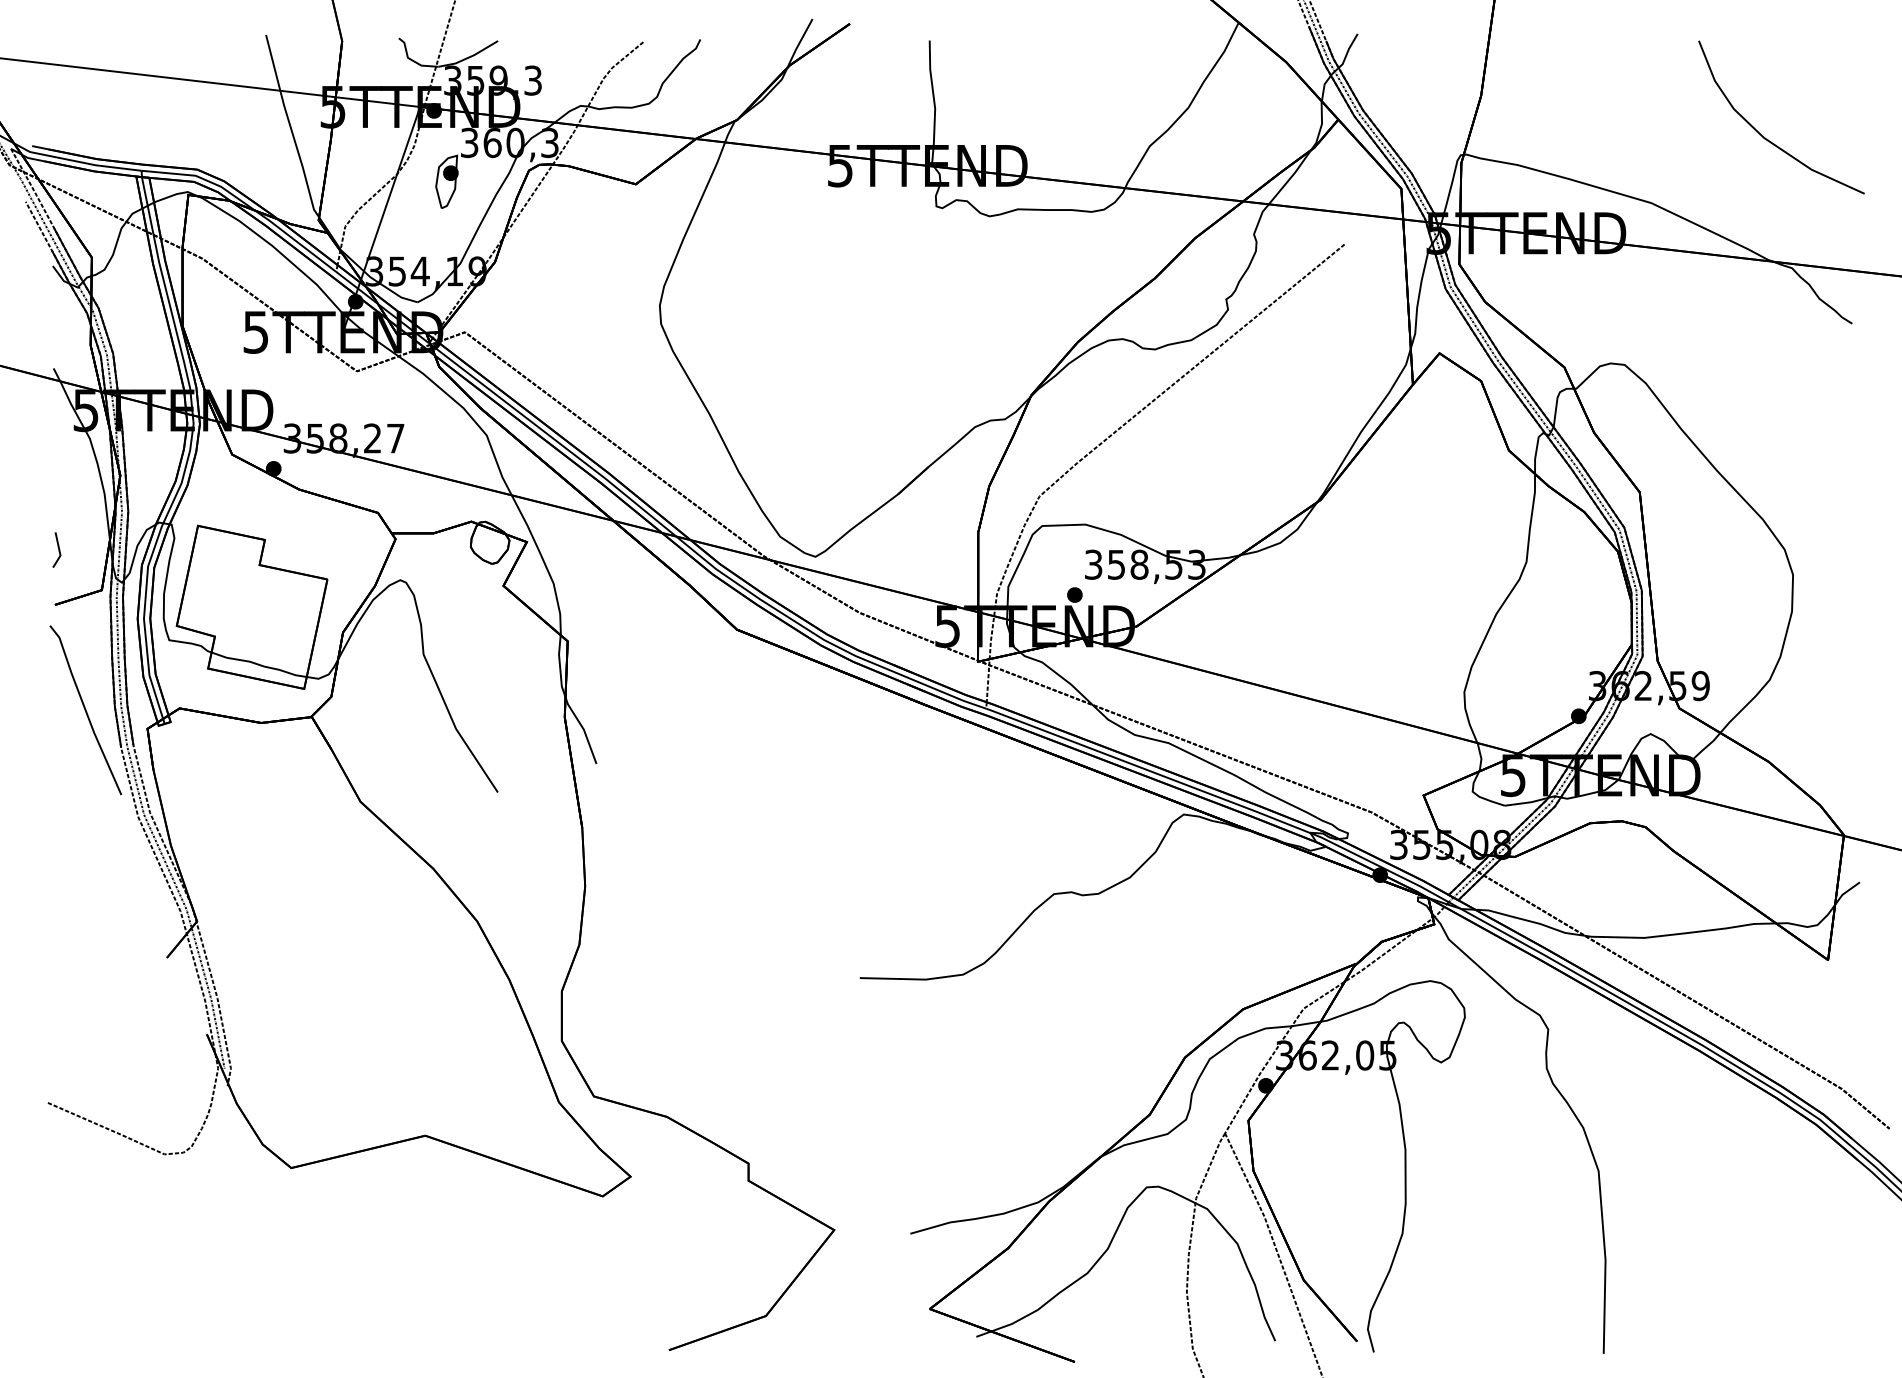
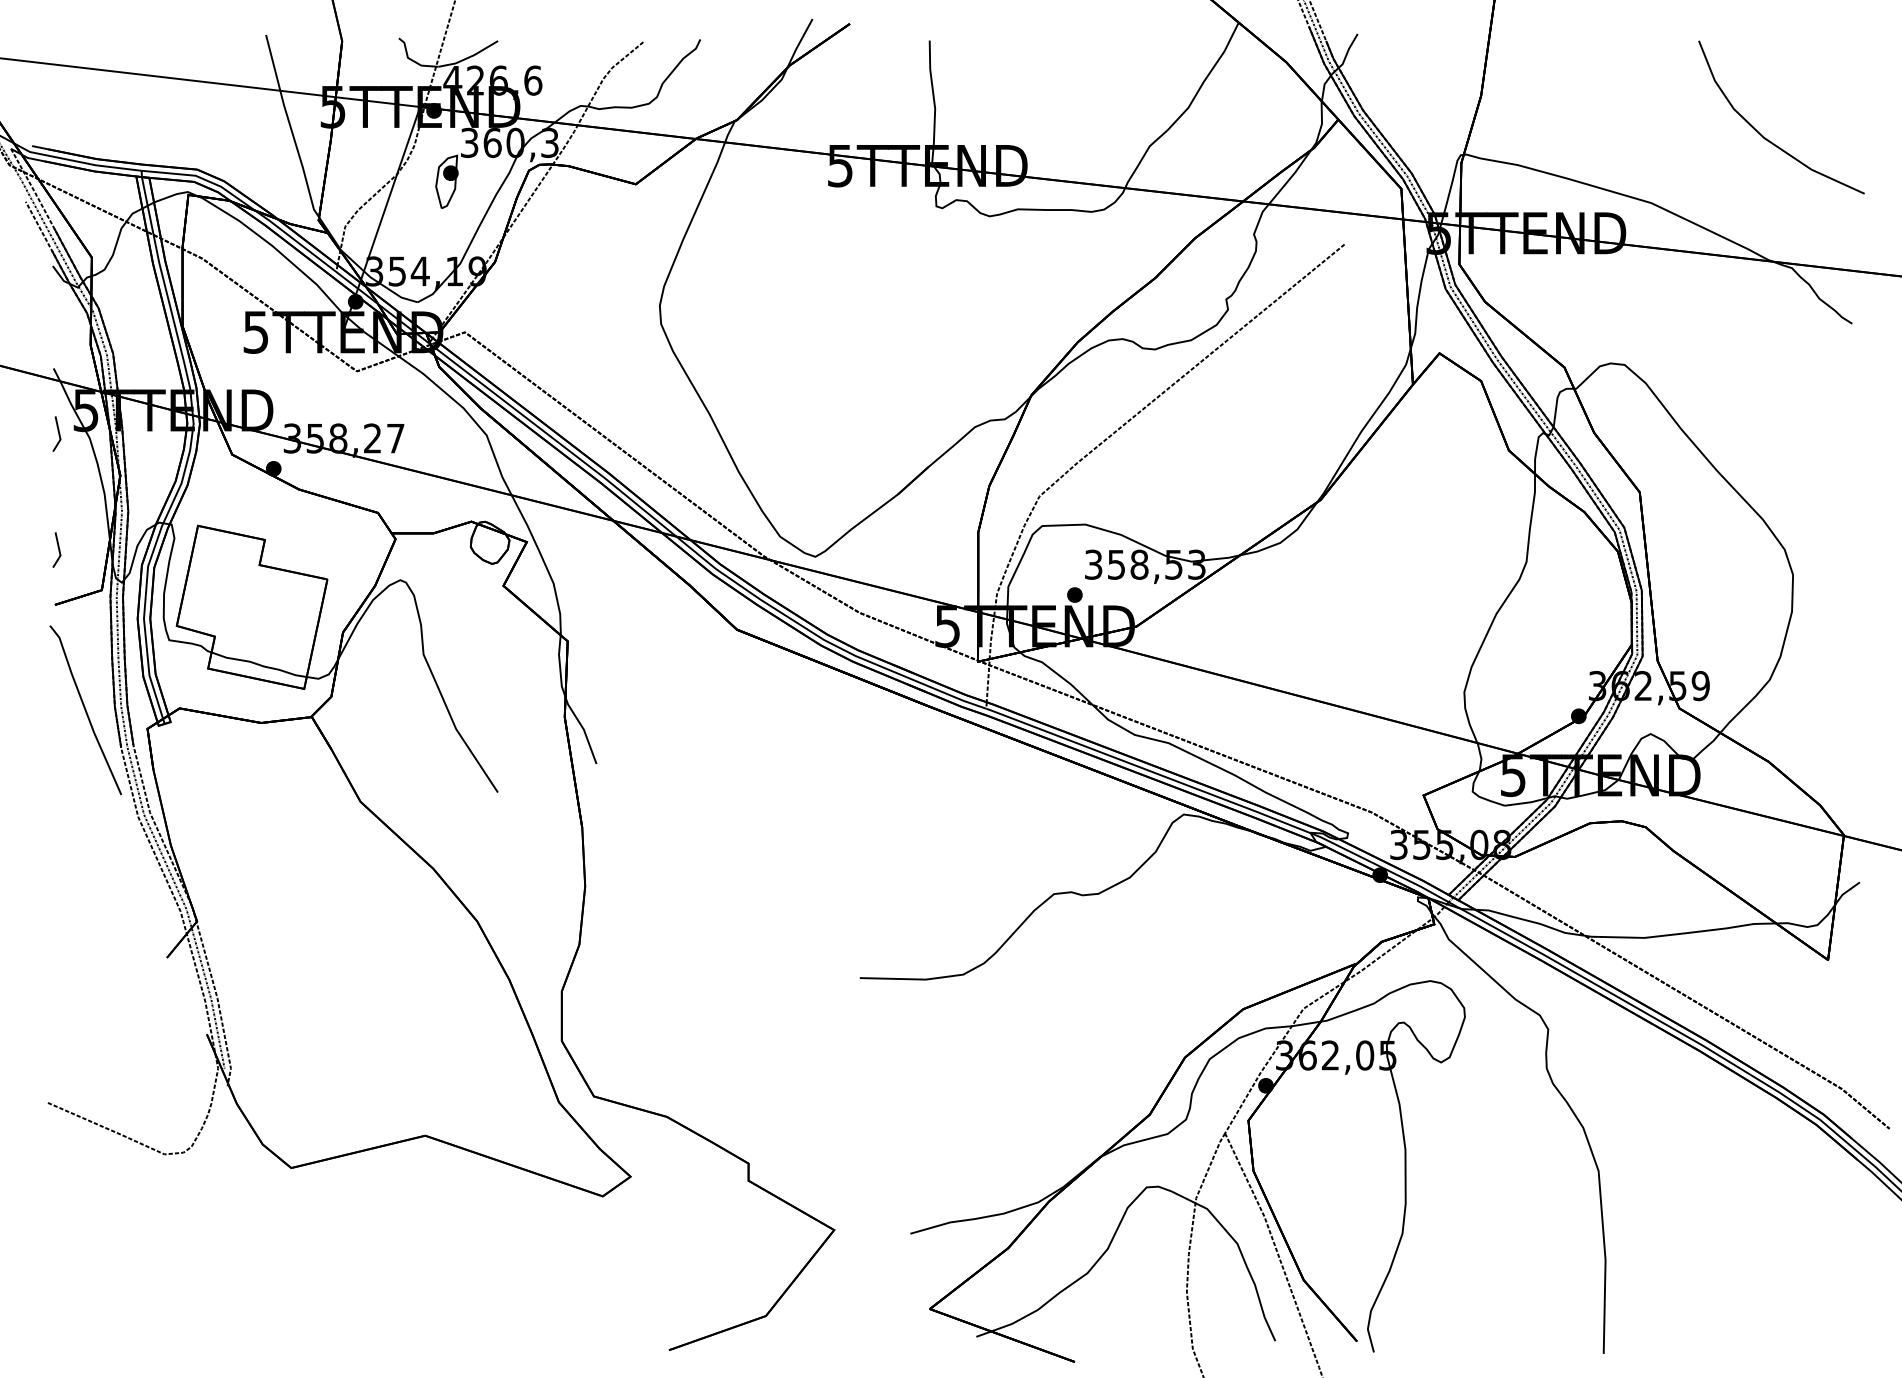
text at (492, 80): 359,3 -> 426,6
line at (58, 433): none -> present
